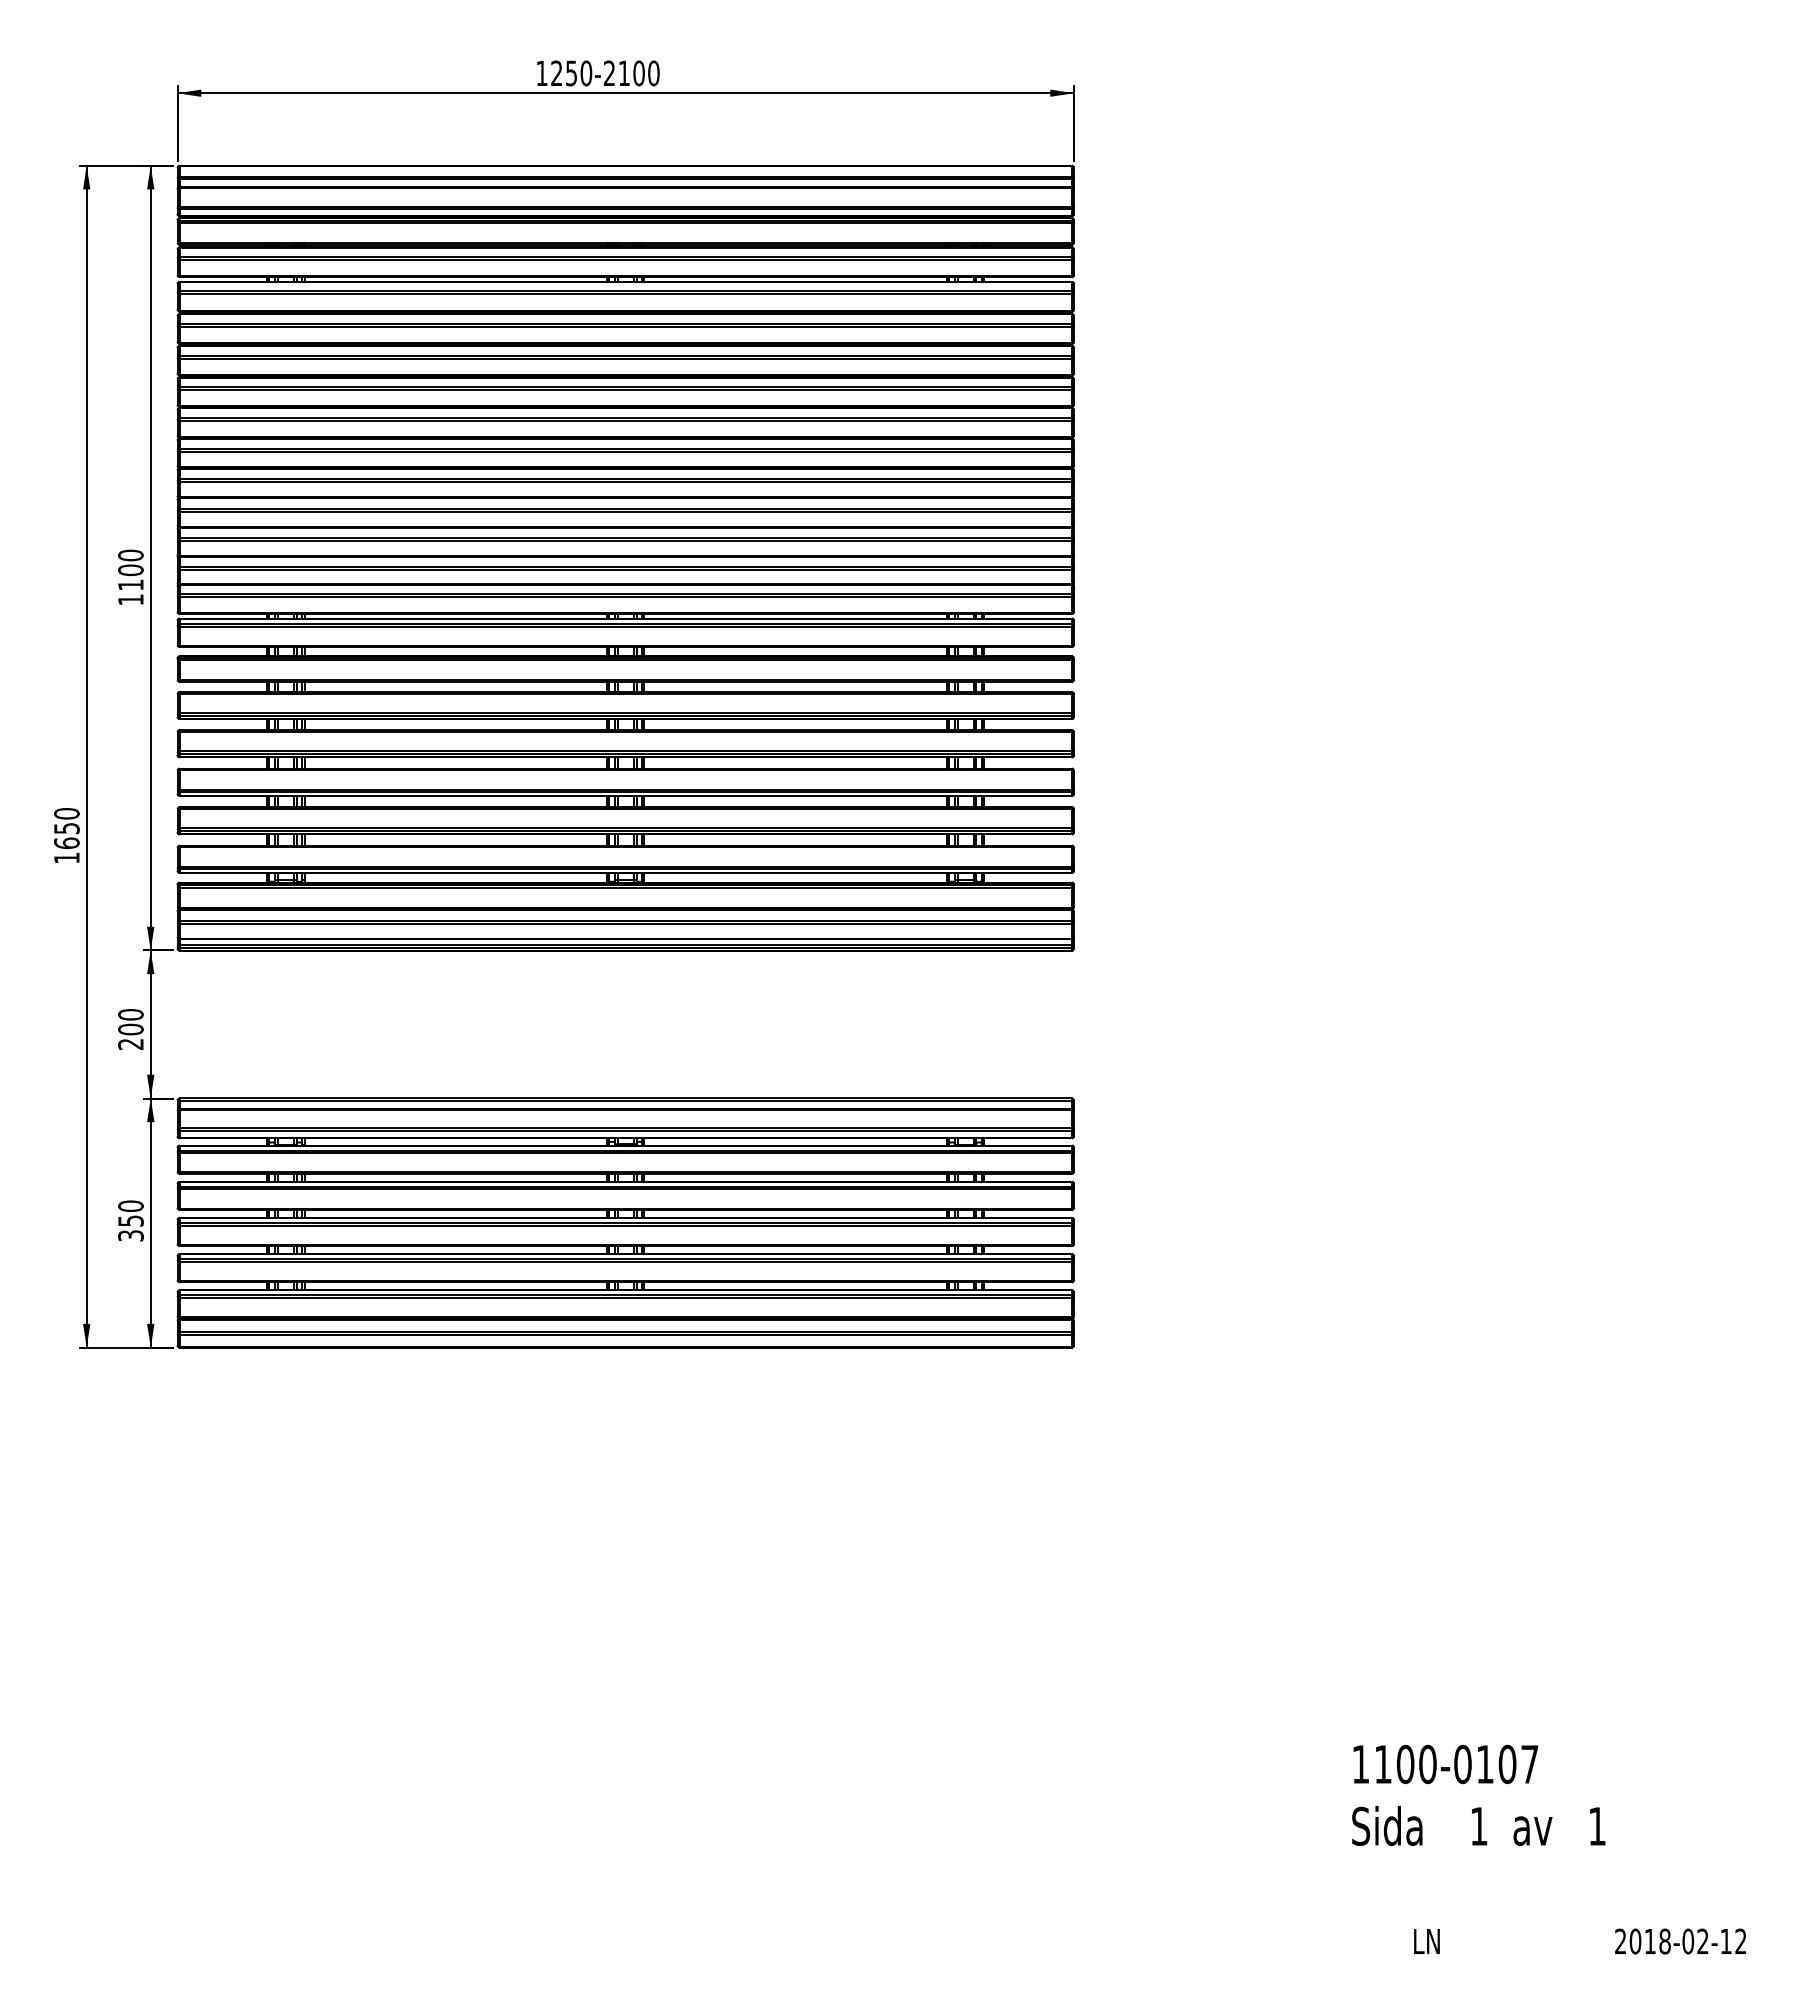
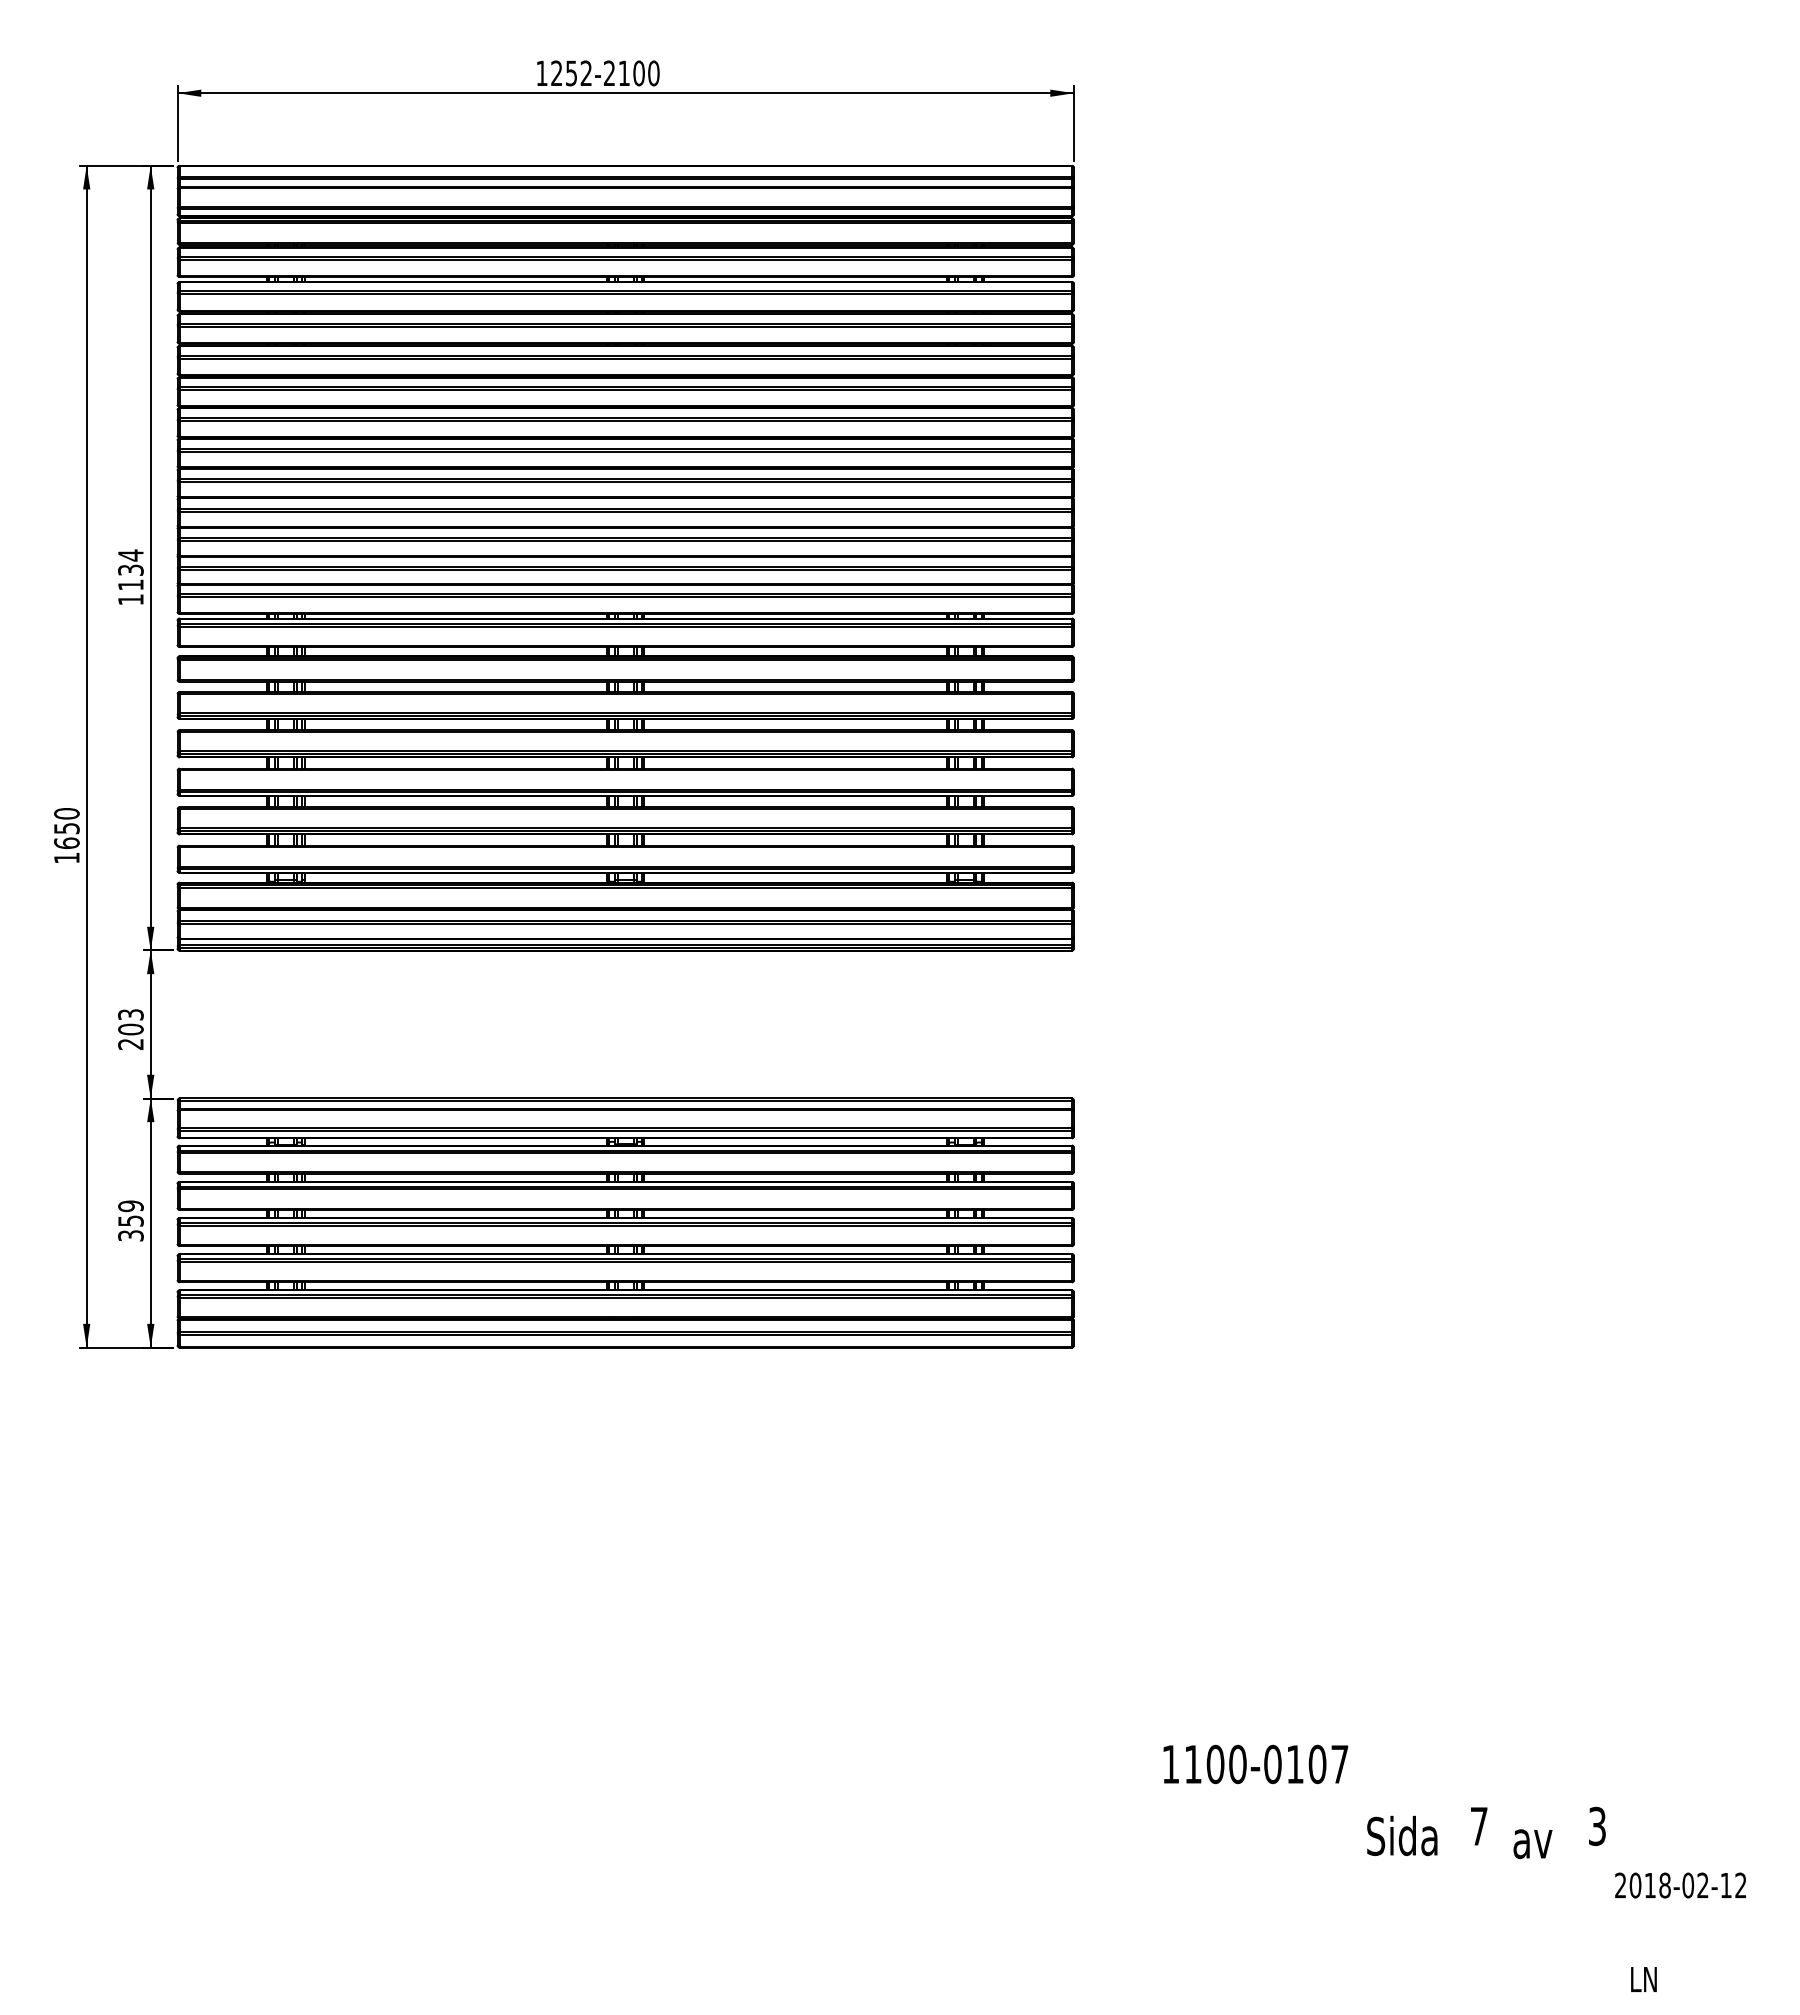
text at (586, 73): 1250-2100 -> 1252-2100
text at (130, 562): 1100 -> 1134
text at (130, 1014): 200 -> 203
text at (130, 1206): 350 -> 359
text at (1445, 1764) position: (1445, 1764) -> (1255, 1764)
text at (1387, 1825) position: (1387, 1825) -> (1402, 1835)
text at (1479, 1826): 1 -> 7
text at (1597, 1826): 1 -> 3
text at (1532, 1830) position: (1532, 1830) -> (1532, 1843)
text at (1426, 1941) position: (1426, 1941) -> (1643, 1979)
text at (1680, 1941) position: (1680, 1941) -> (1680, 1885)
